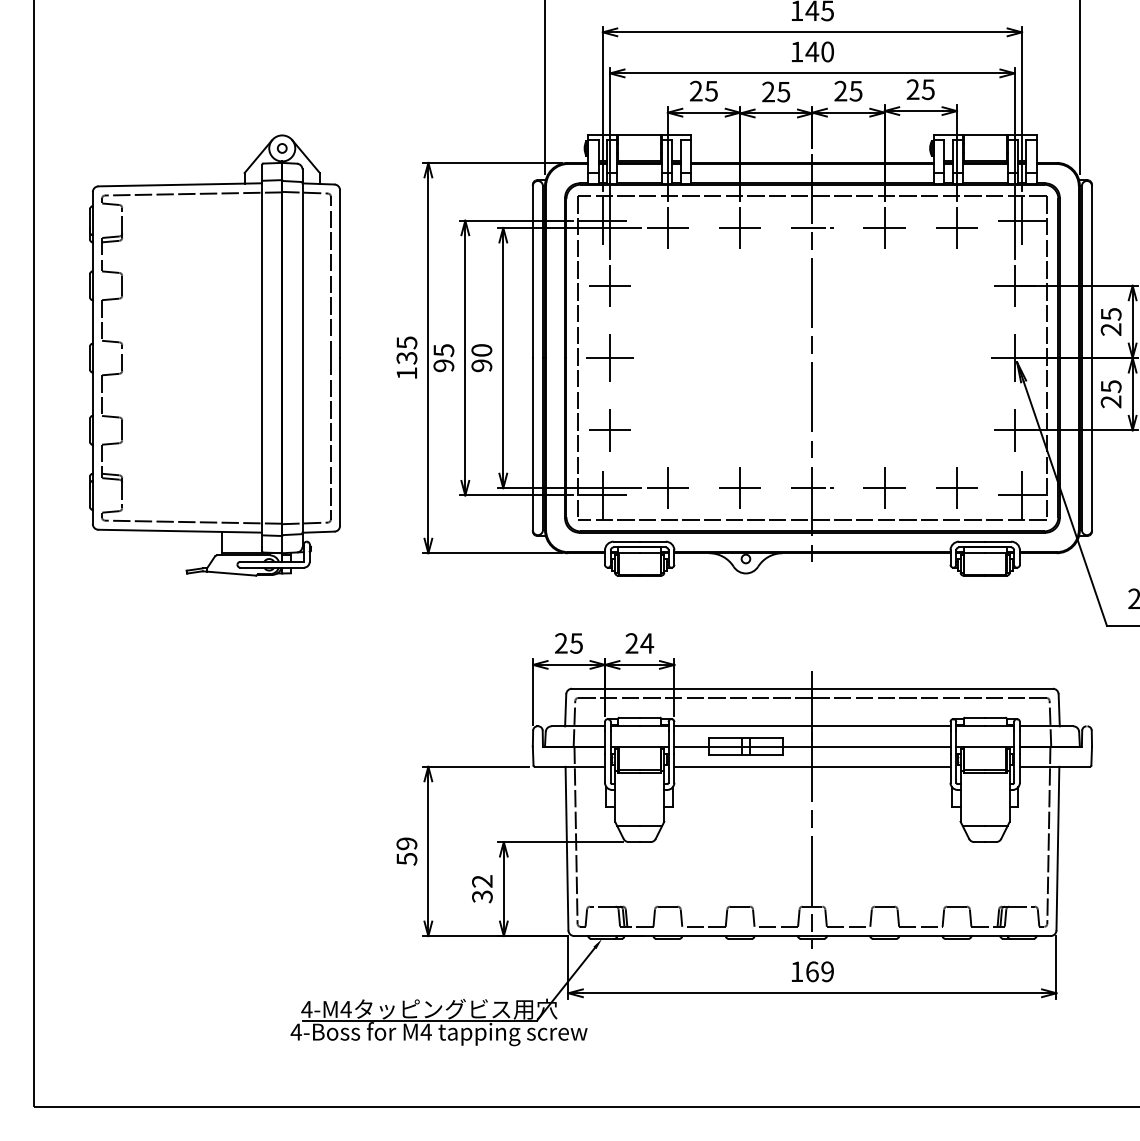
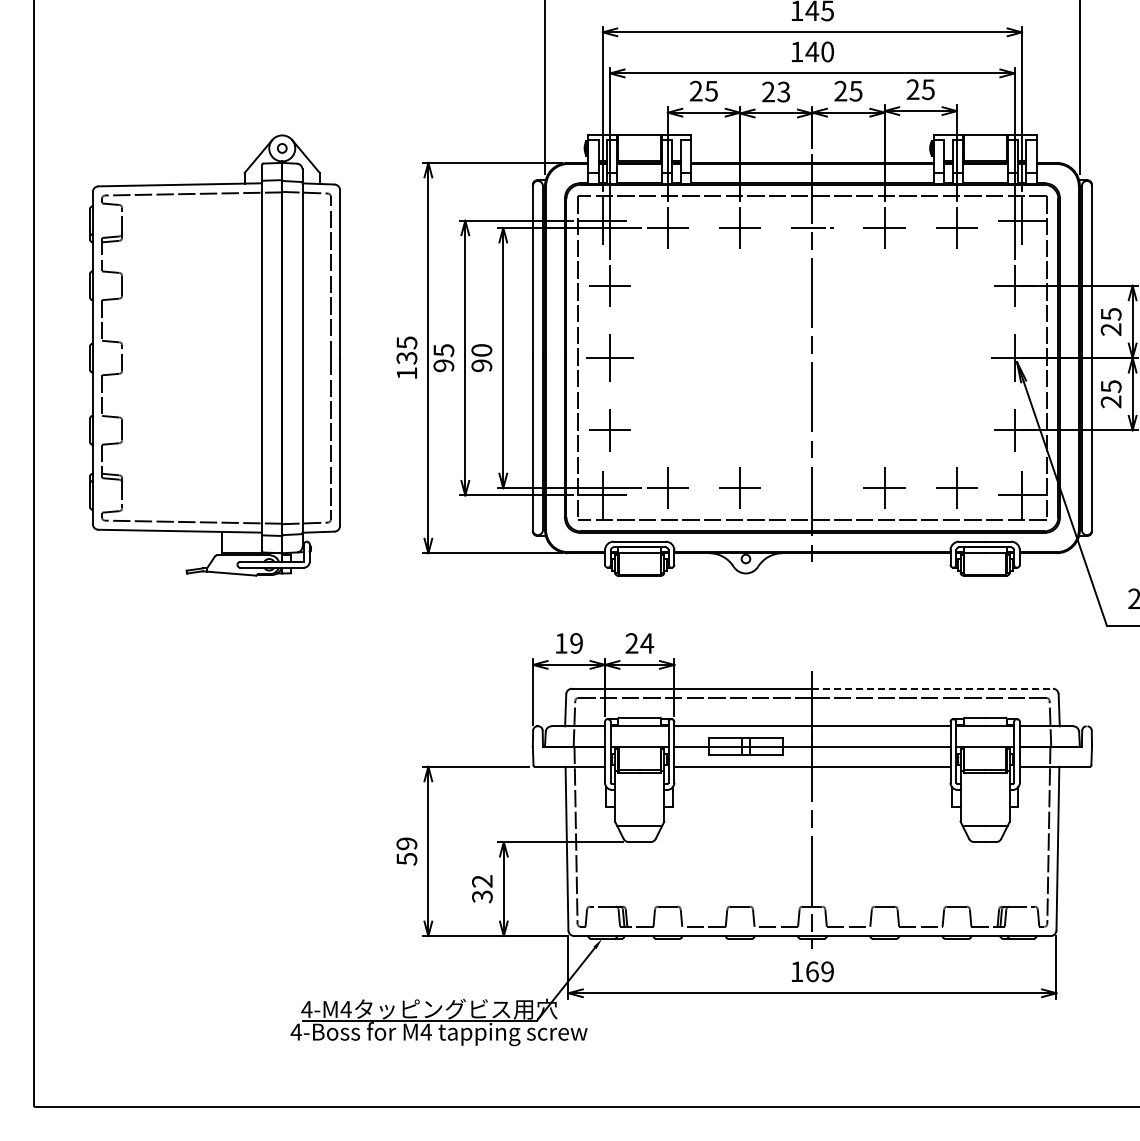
text at (784, 91): 25 -> 23
line at (812, 488): present -> none
text at (568, 643): 25 -> 19
line at (933, 688): solid -> dashed
